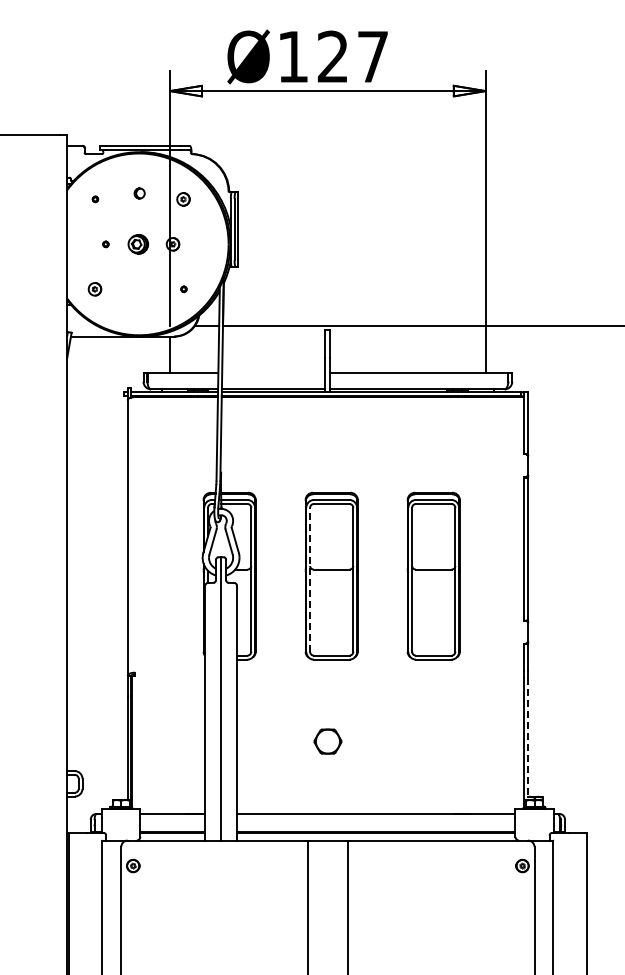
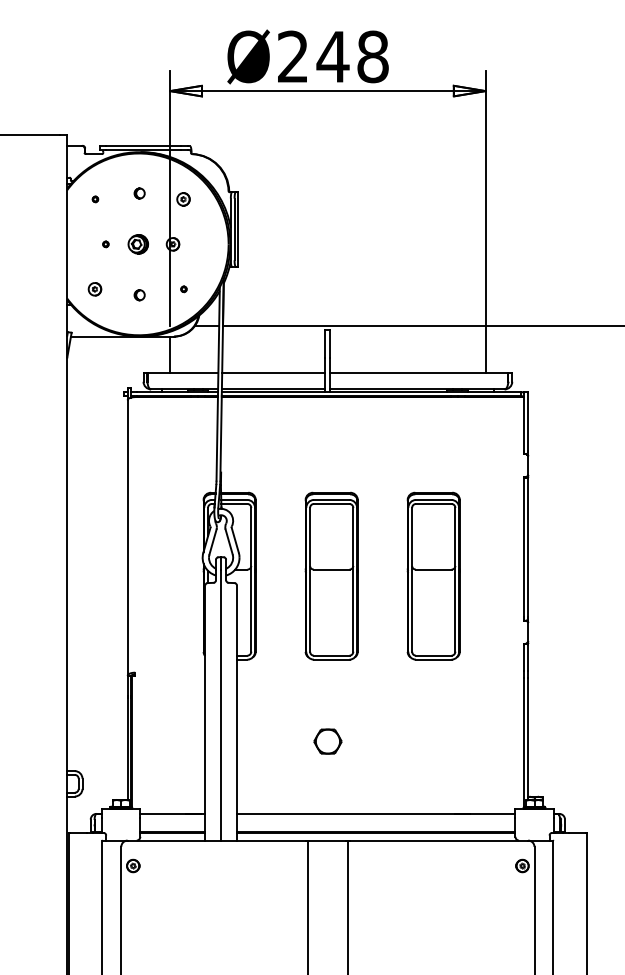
text at (333, 56): Ø127 -> Ø248
part at (139, 295): none -> present
line at (273, 372): none -> present
line at (310, 579): dashed -> solid
line at (528, 739): dashed -> solid
